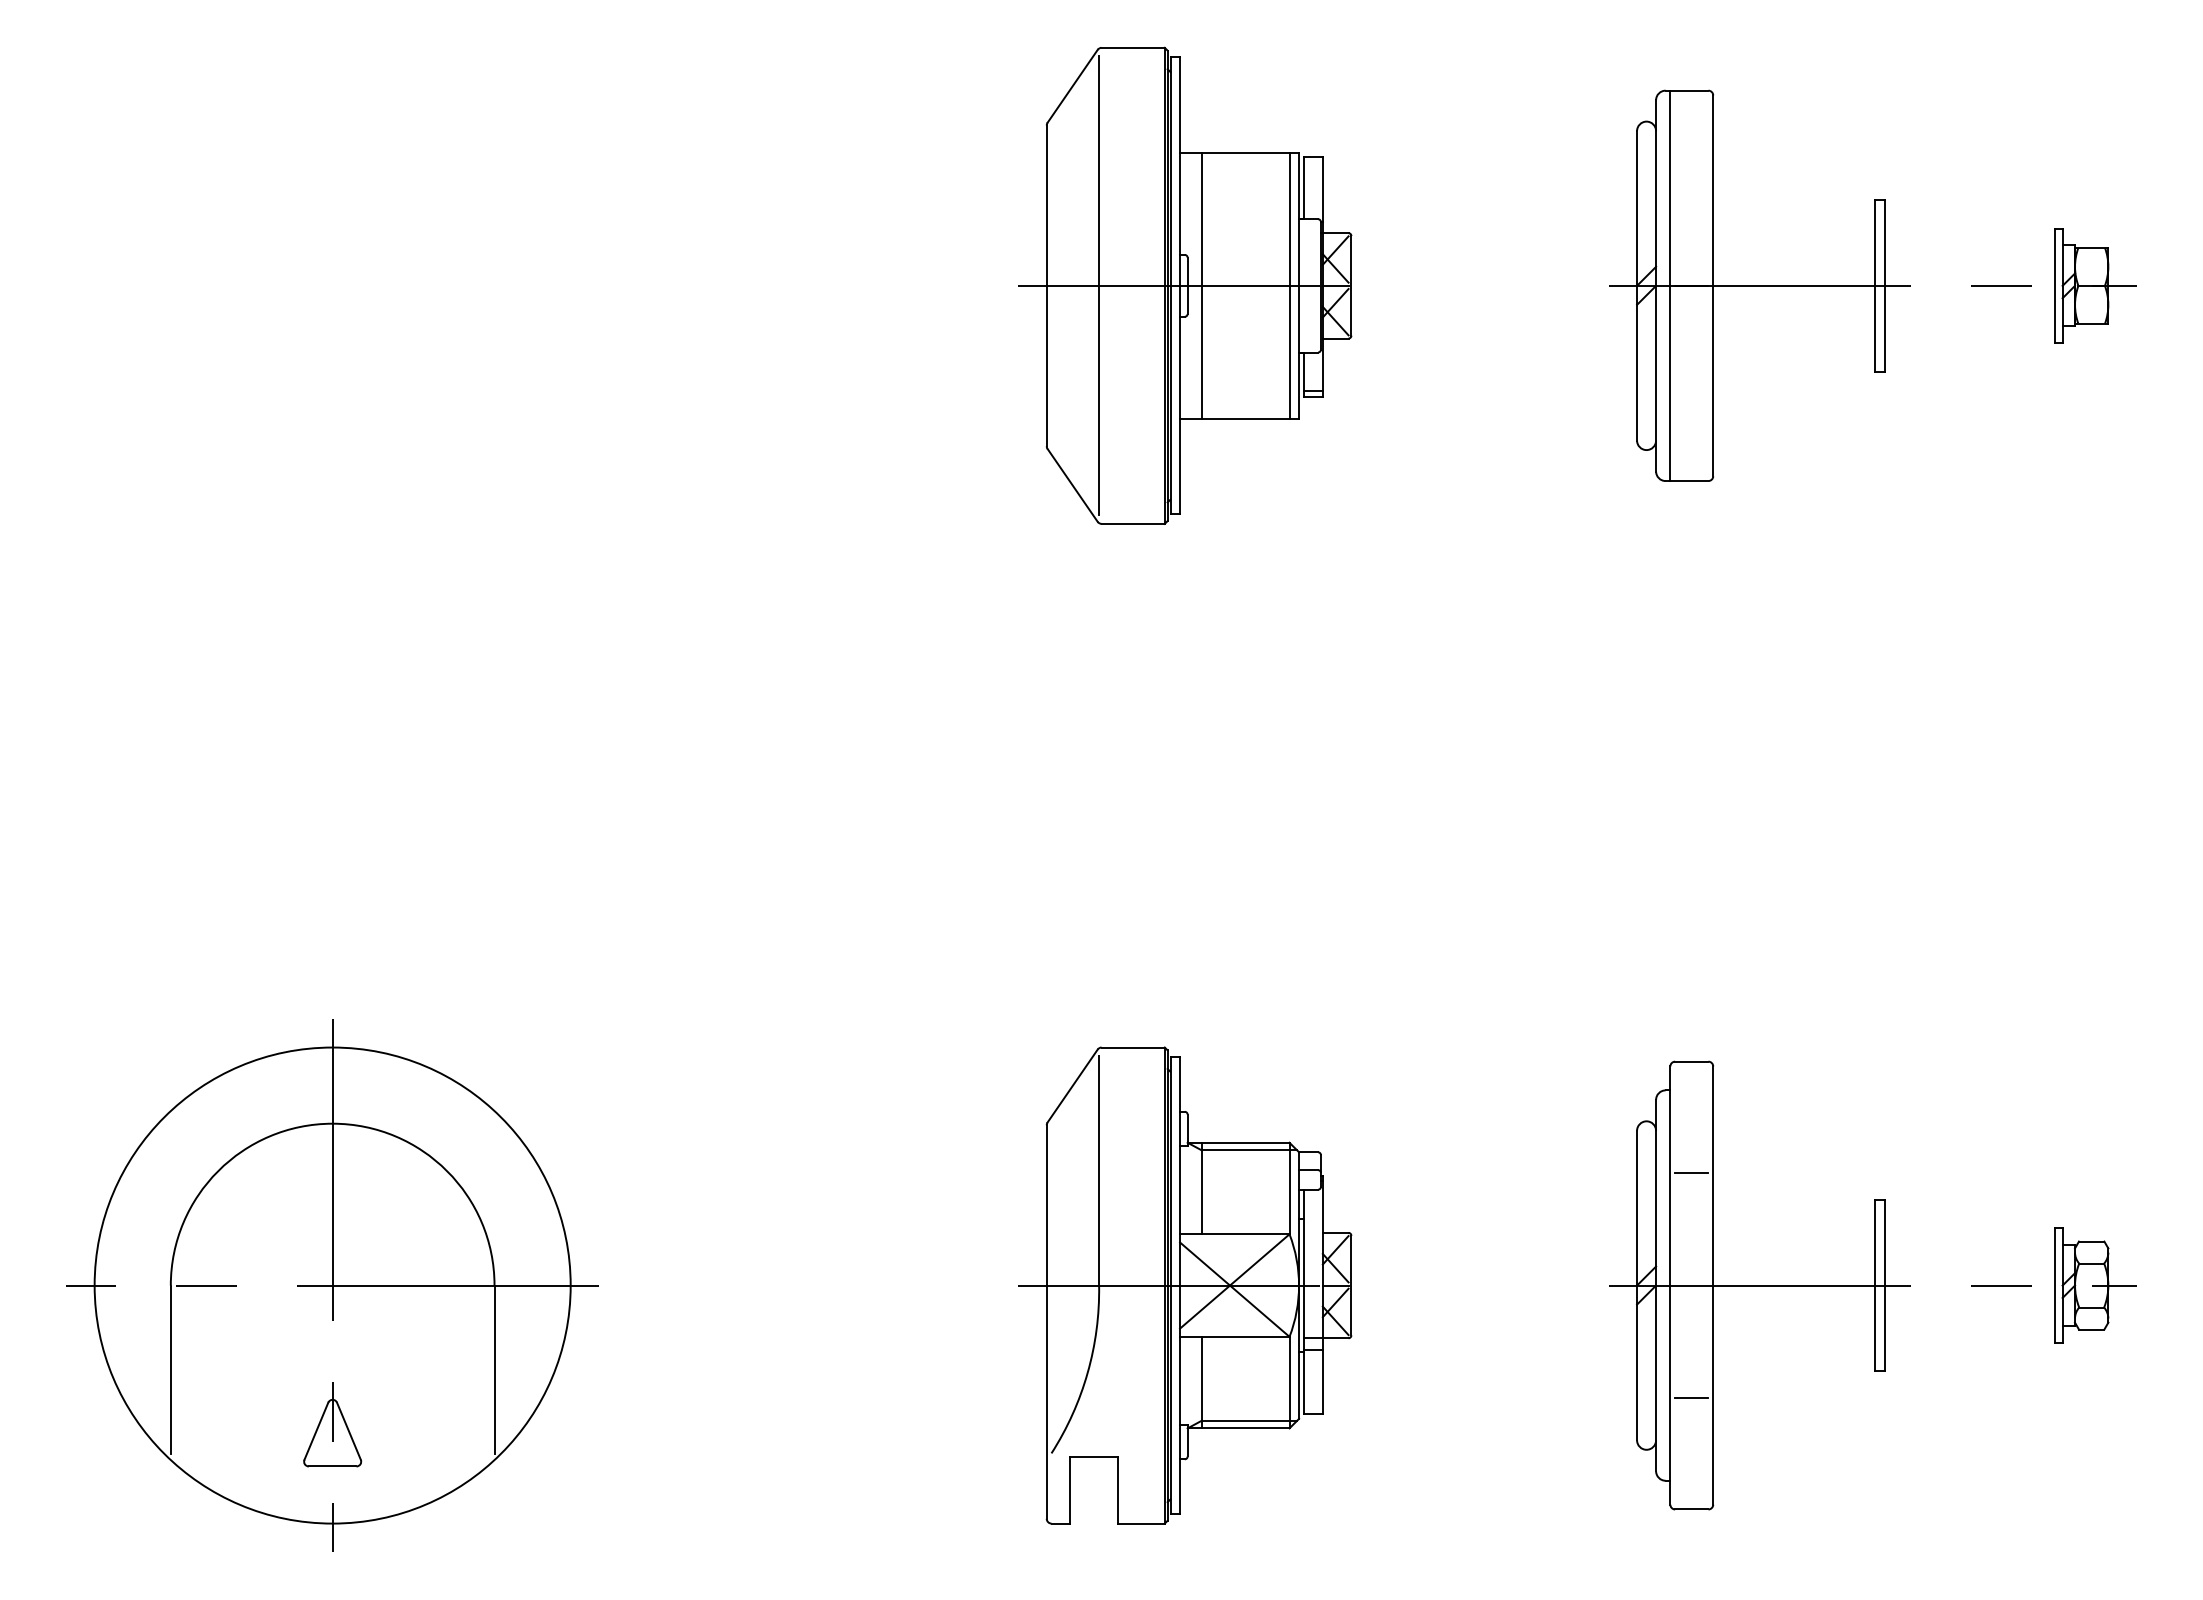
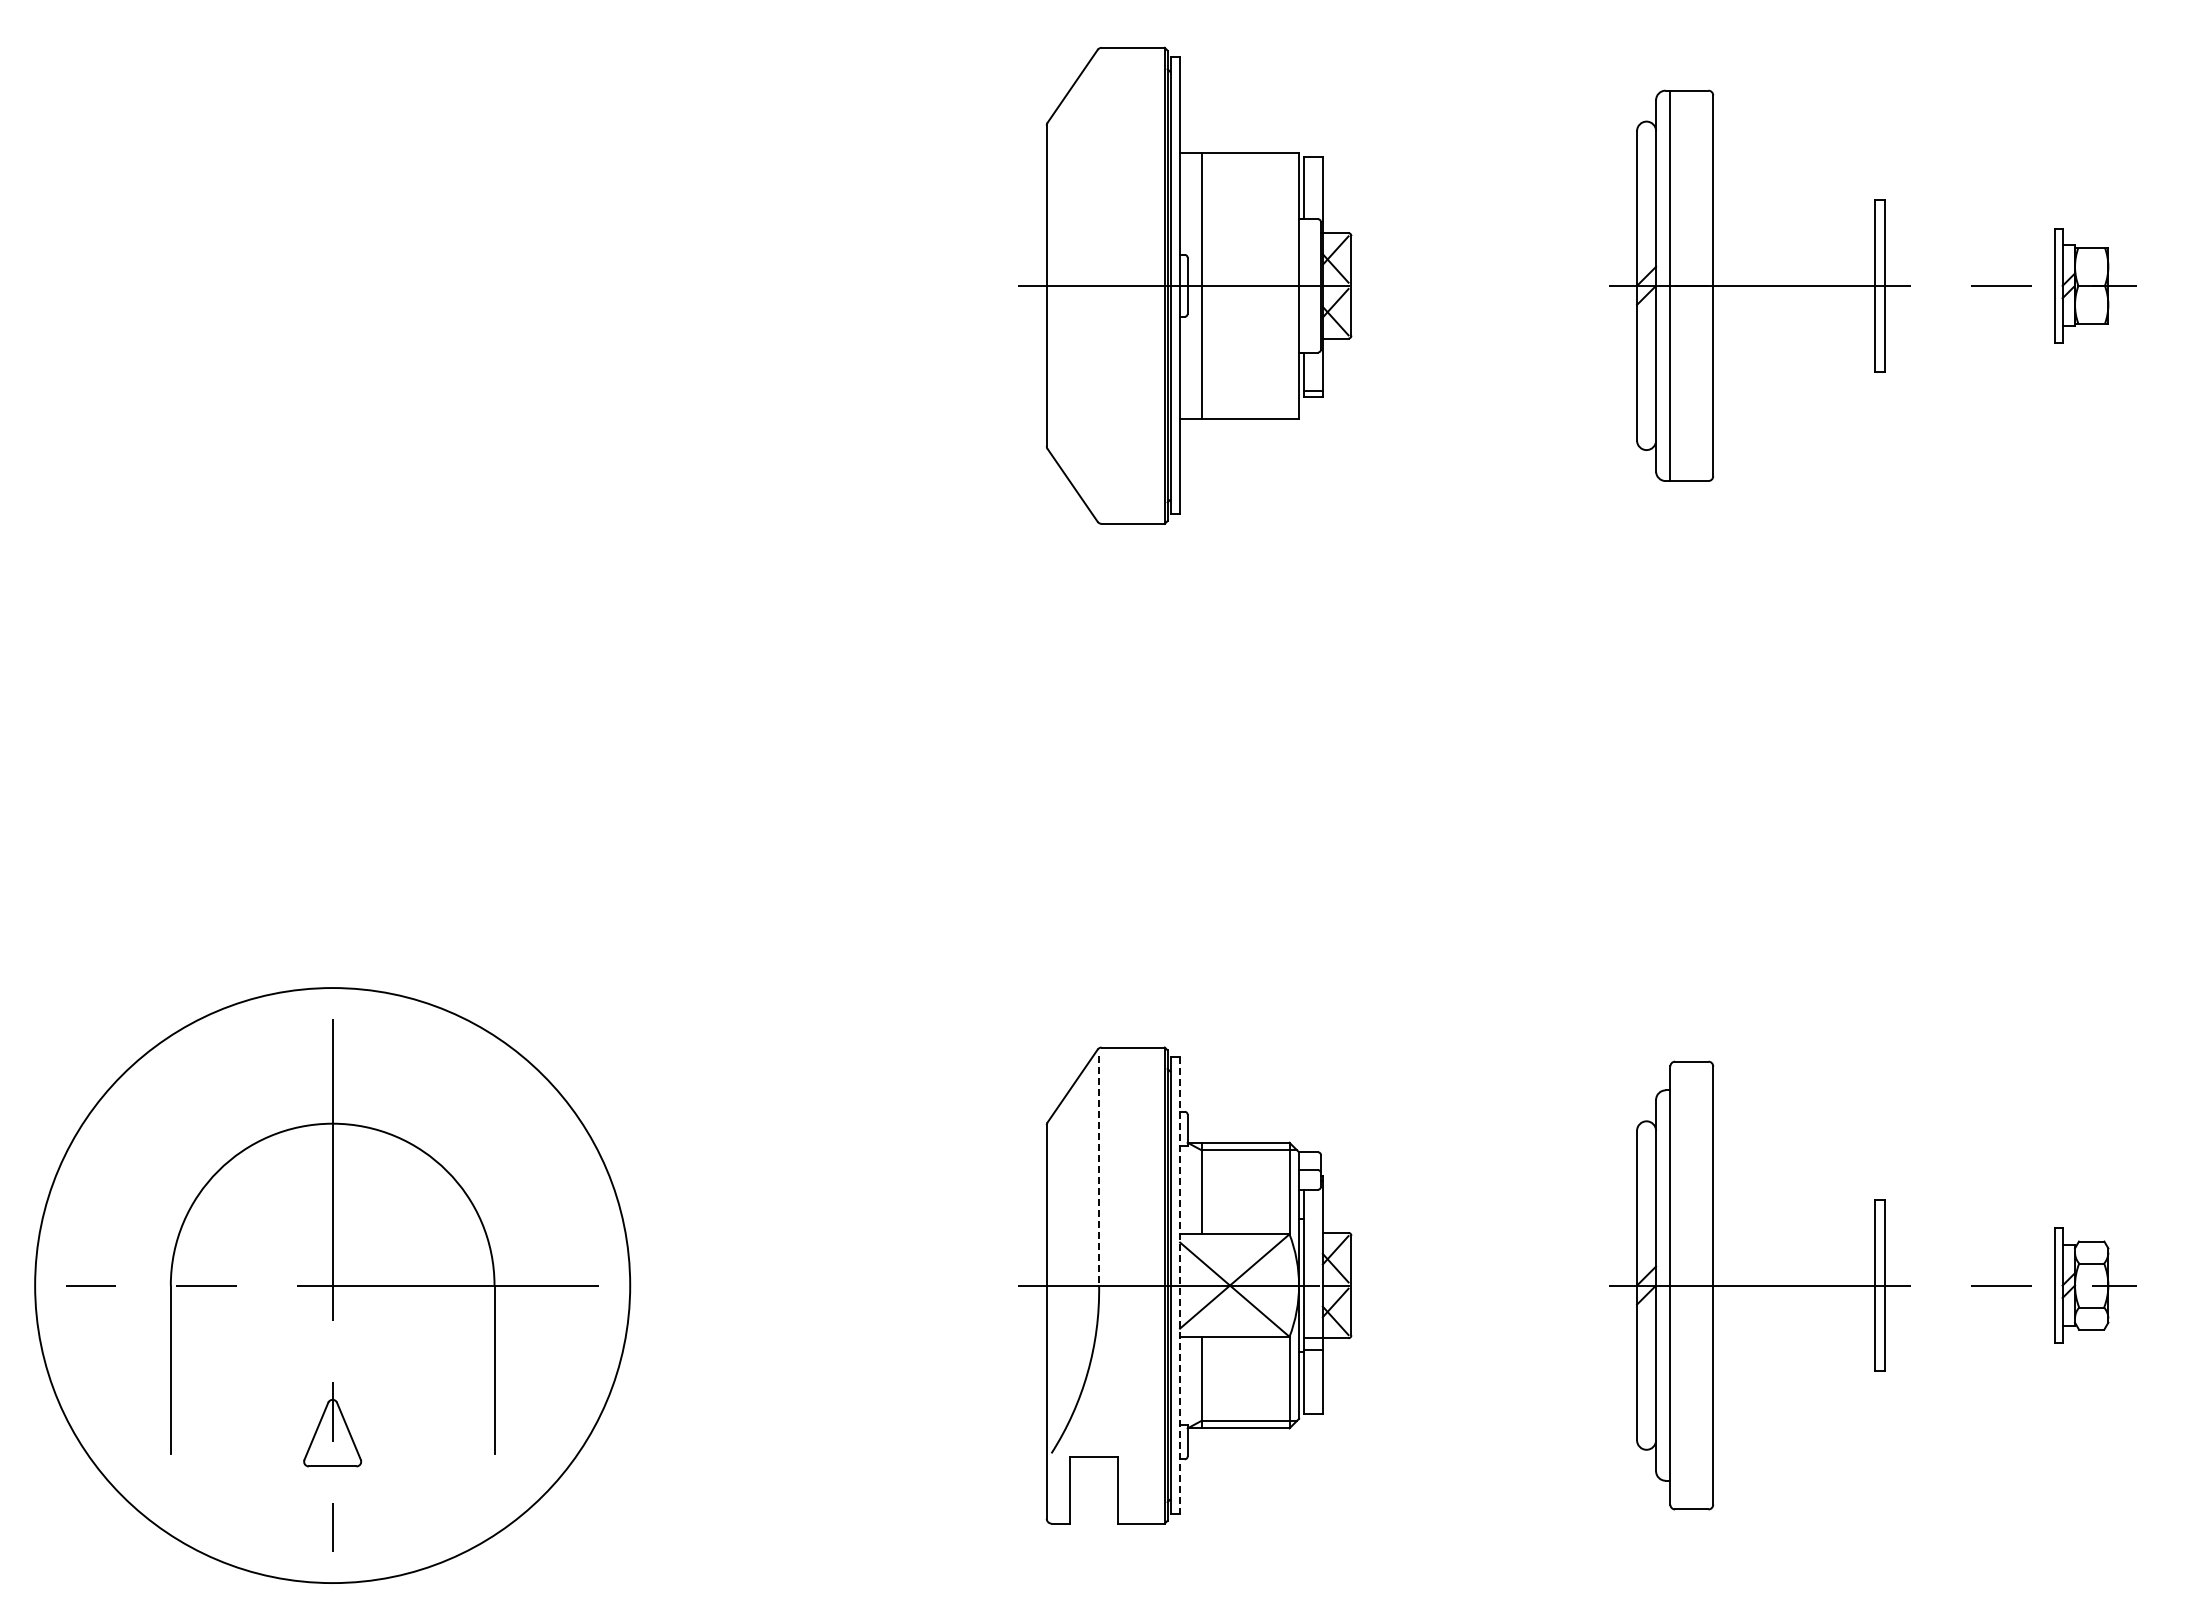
line at (1099, 285): present -> none
line at (1289, 285): present -> none
line at (1099, 1170): solid -> dashed
line at (1691, 1172): present -> none
circle at (332, 1285) diameter: 476 px -> 595 px
line at (1180, 1285): solid -> dashed
line at (1691, 1398): present -> none
